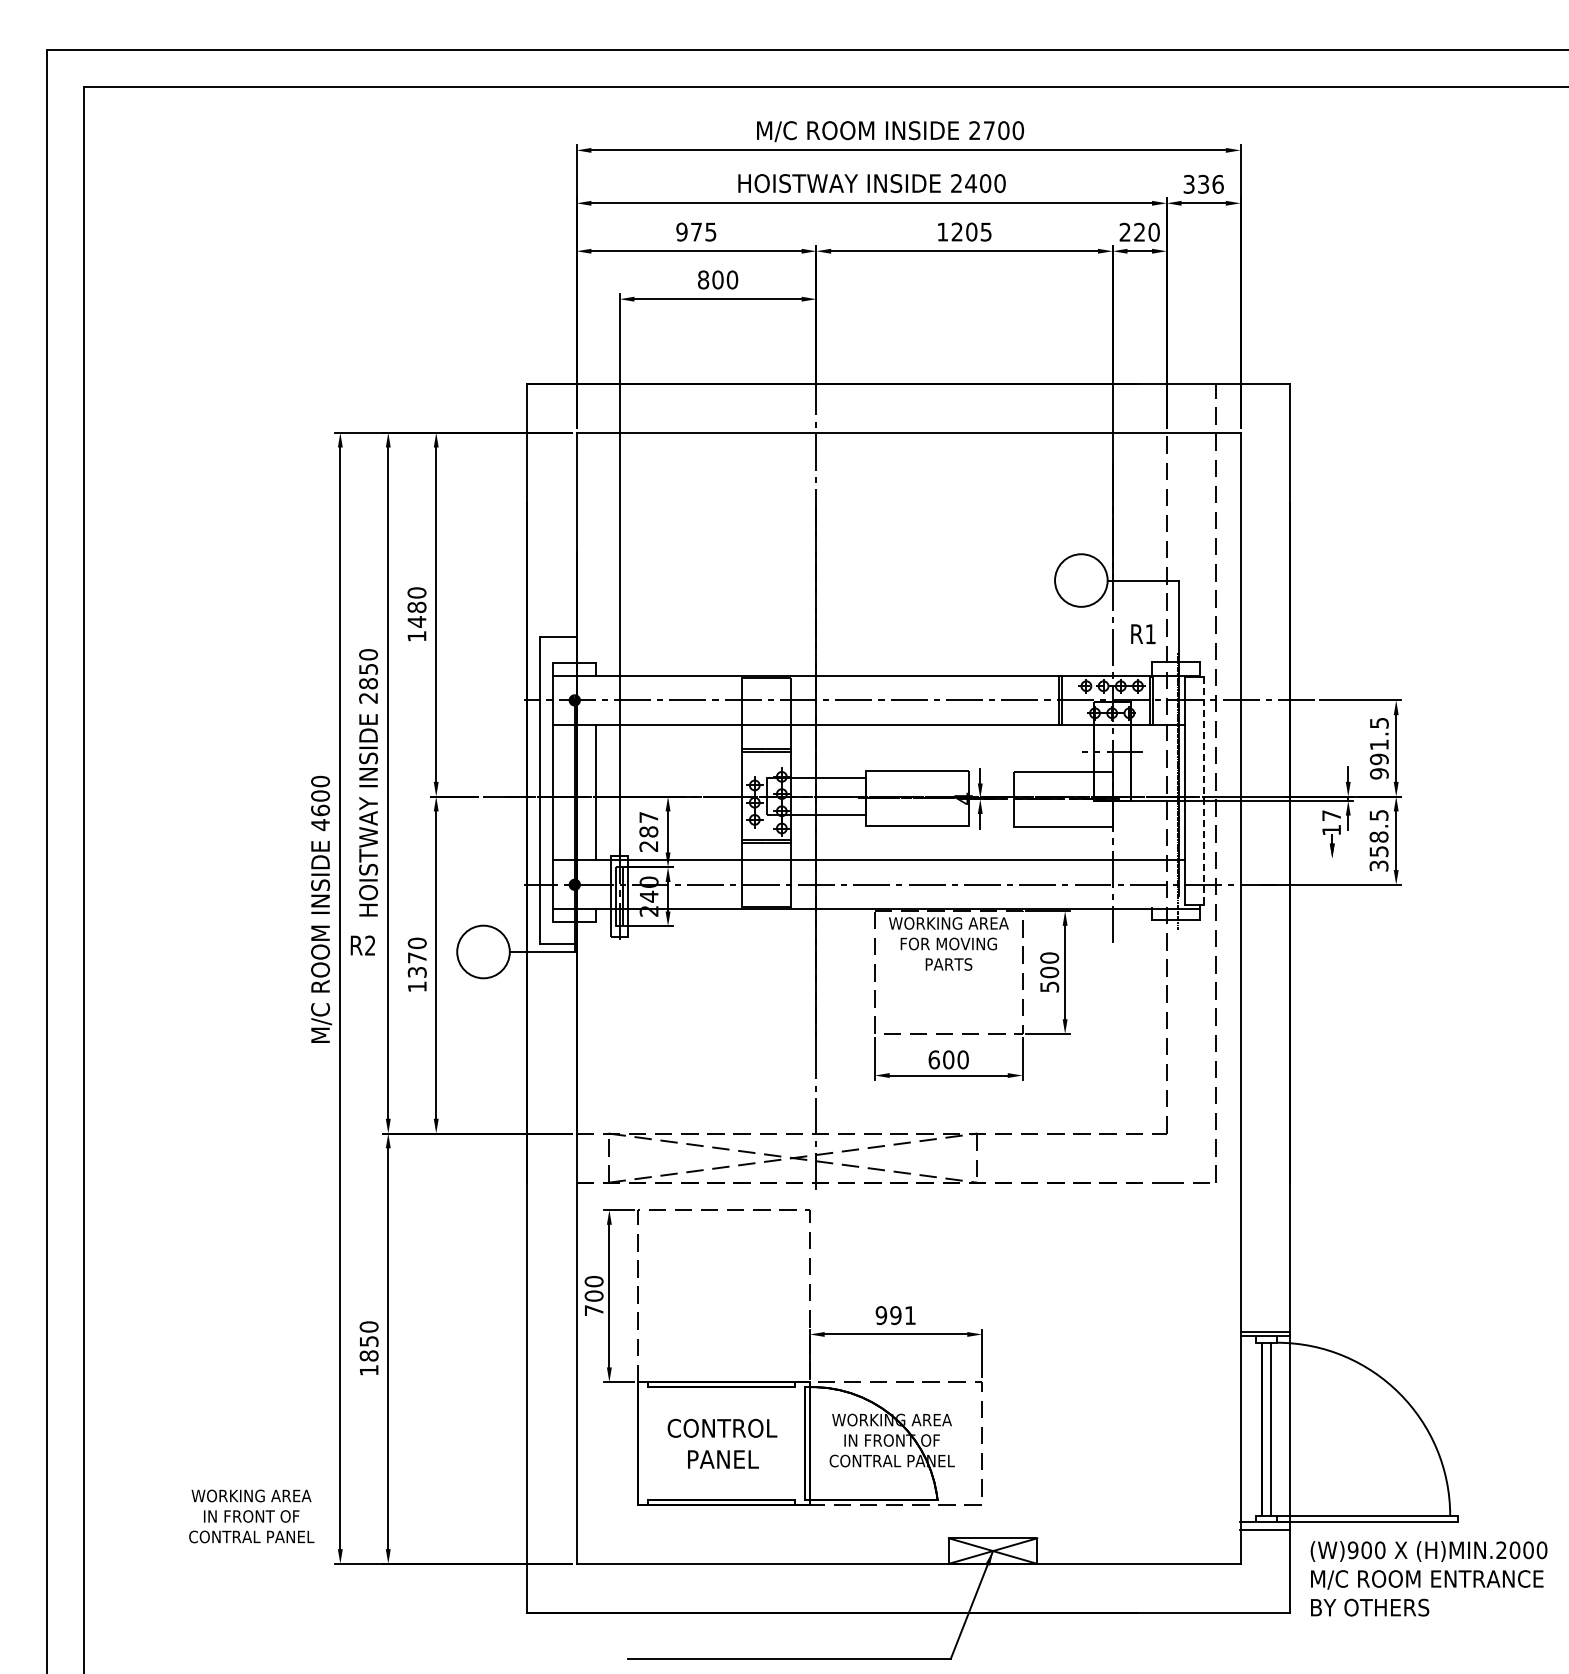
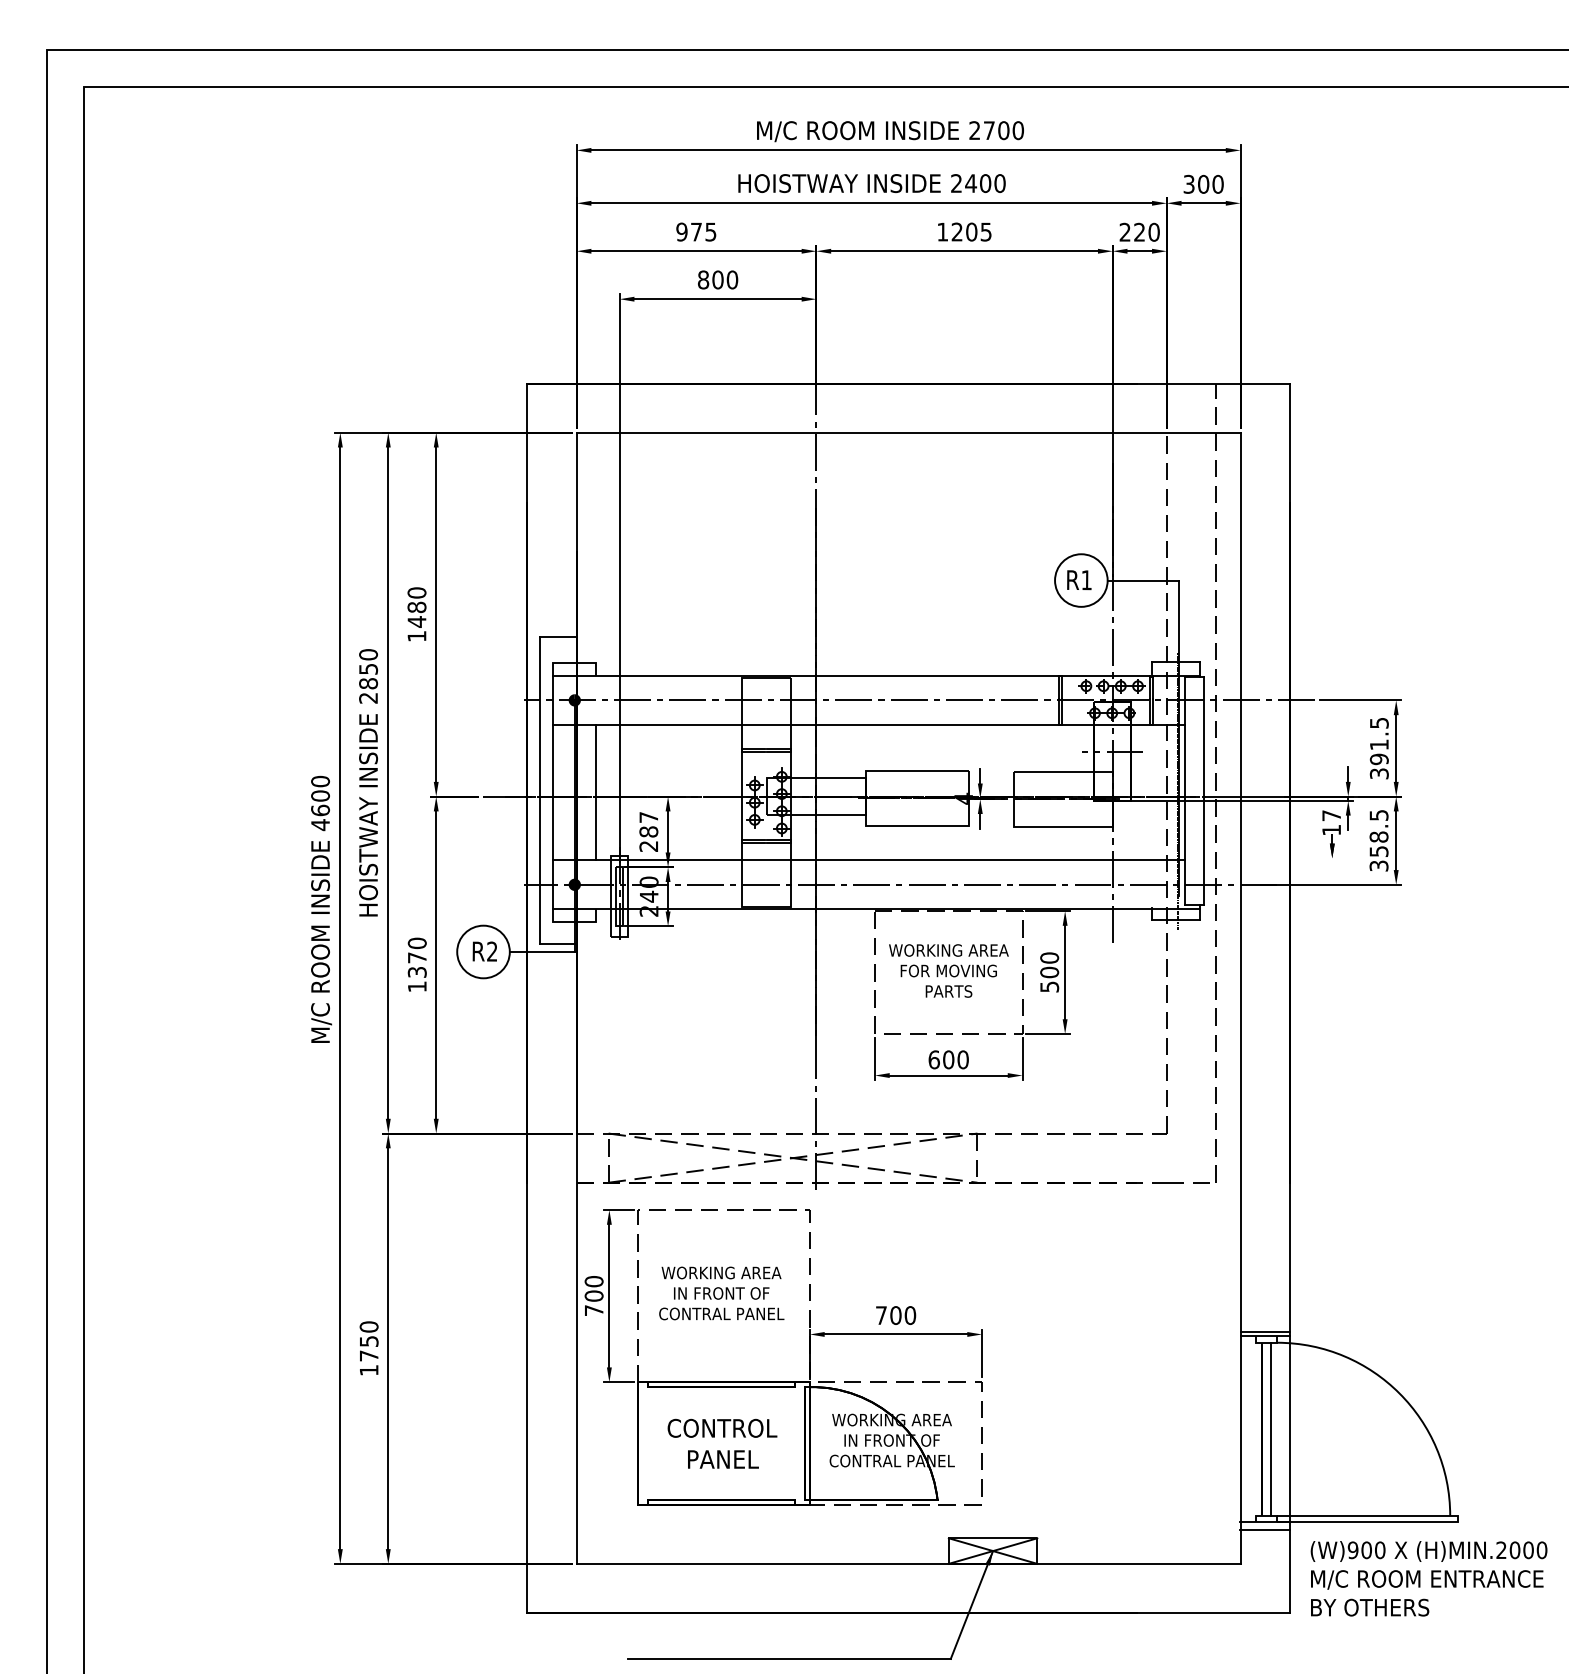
text at (1210, 183): 336 -> 300
text at (1143, 634) position: (1143, 634) -> (1079, 580)
text at (1379, 773): 991.5 -> 391.5
line at (1203, 791): dashed -> solid
text at (948, 943) position: (948, 943) -> (948, 970)
text at (362, 945) position: (362, 945) -> (484, 951)
text at (895, 1315): 991 -> 700
text at (368, 1355): 1850 -> 1750
text at (251, 1516) position: (251, 1516) -> (721, 1293)
